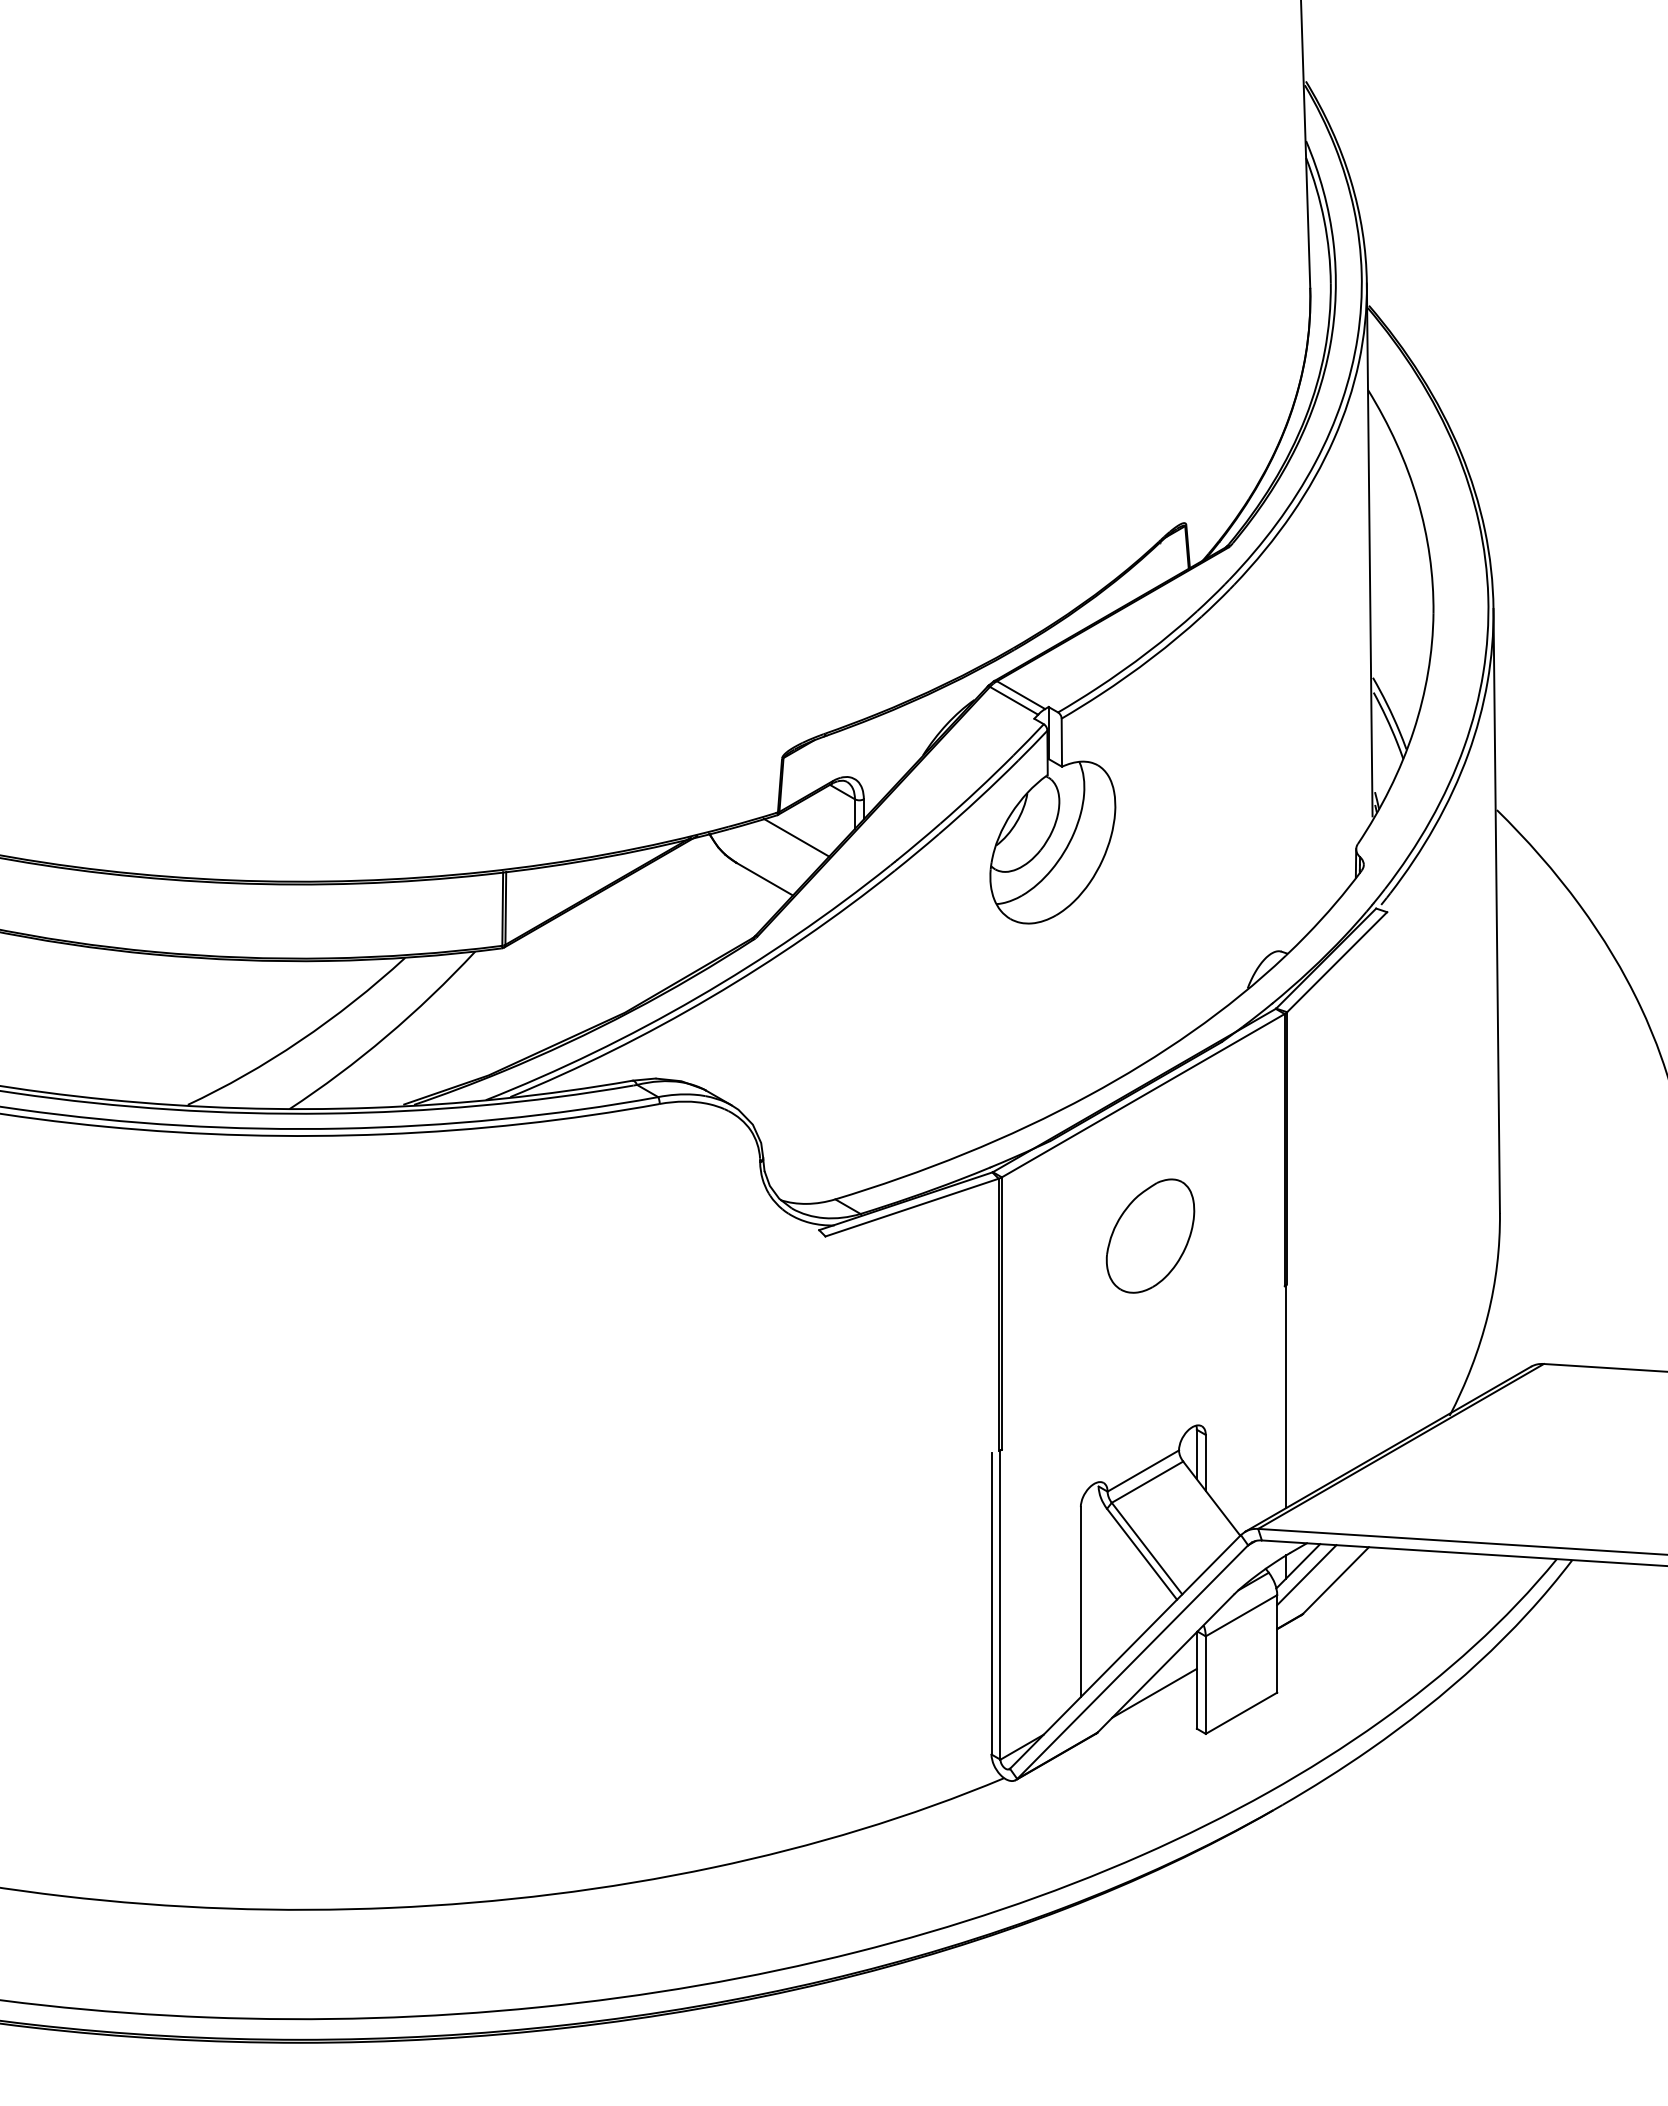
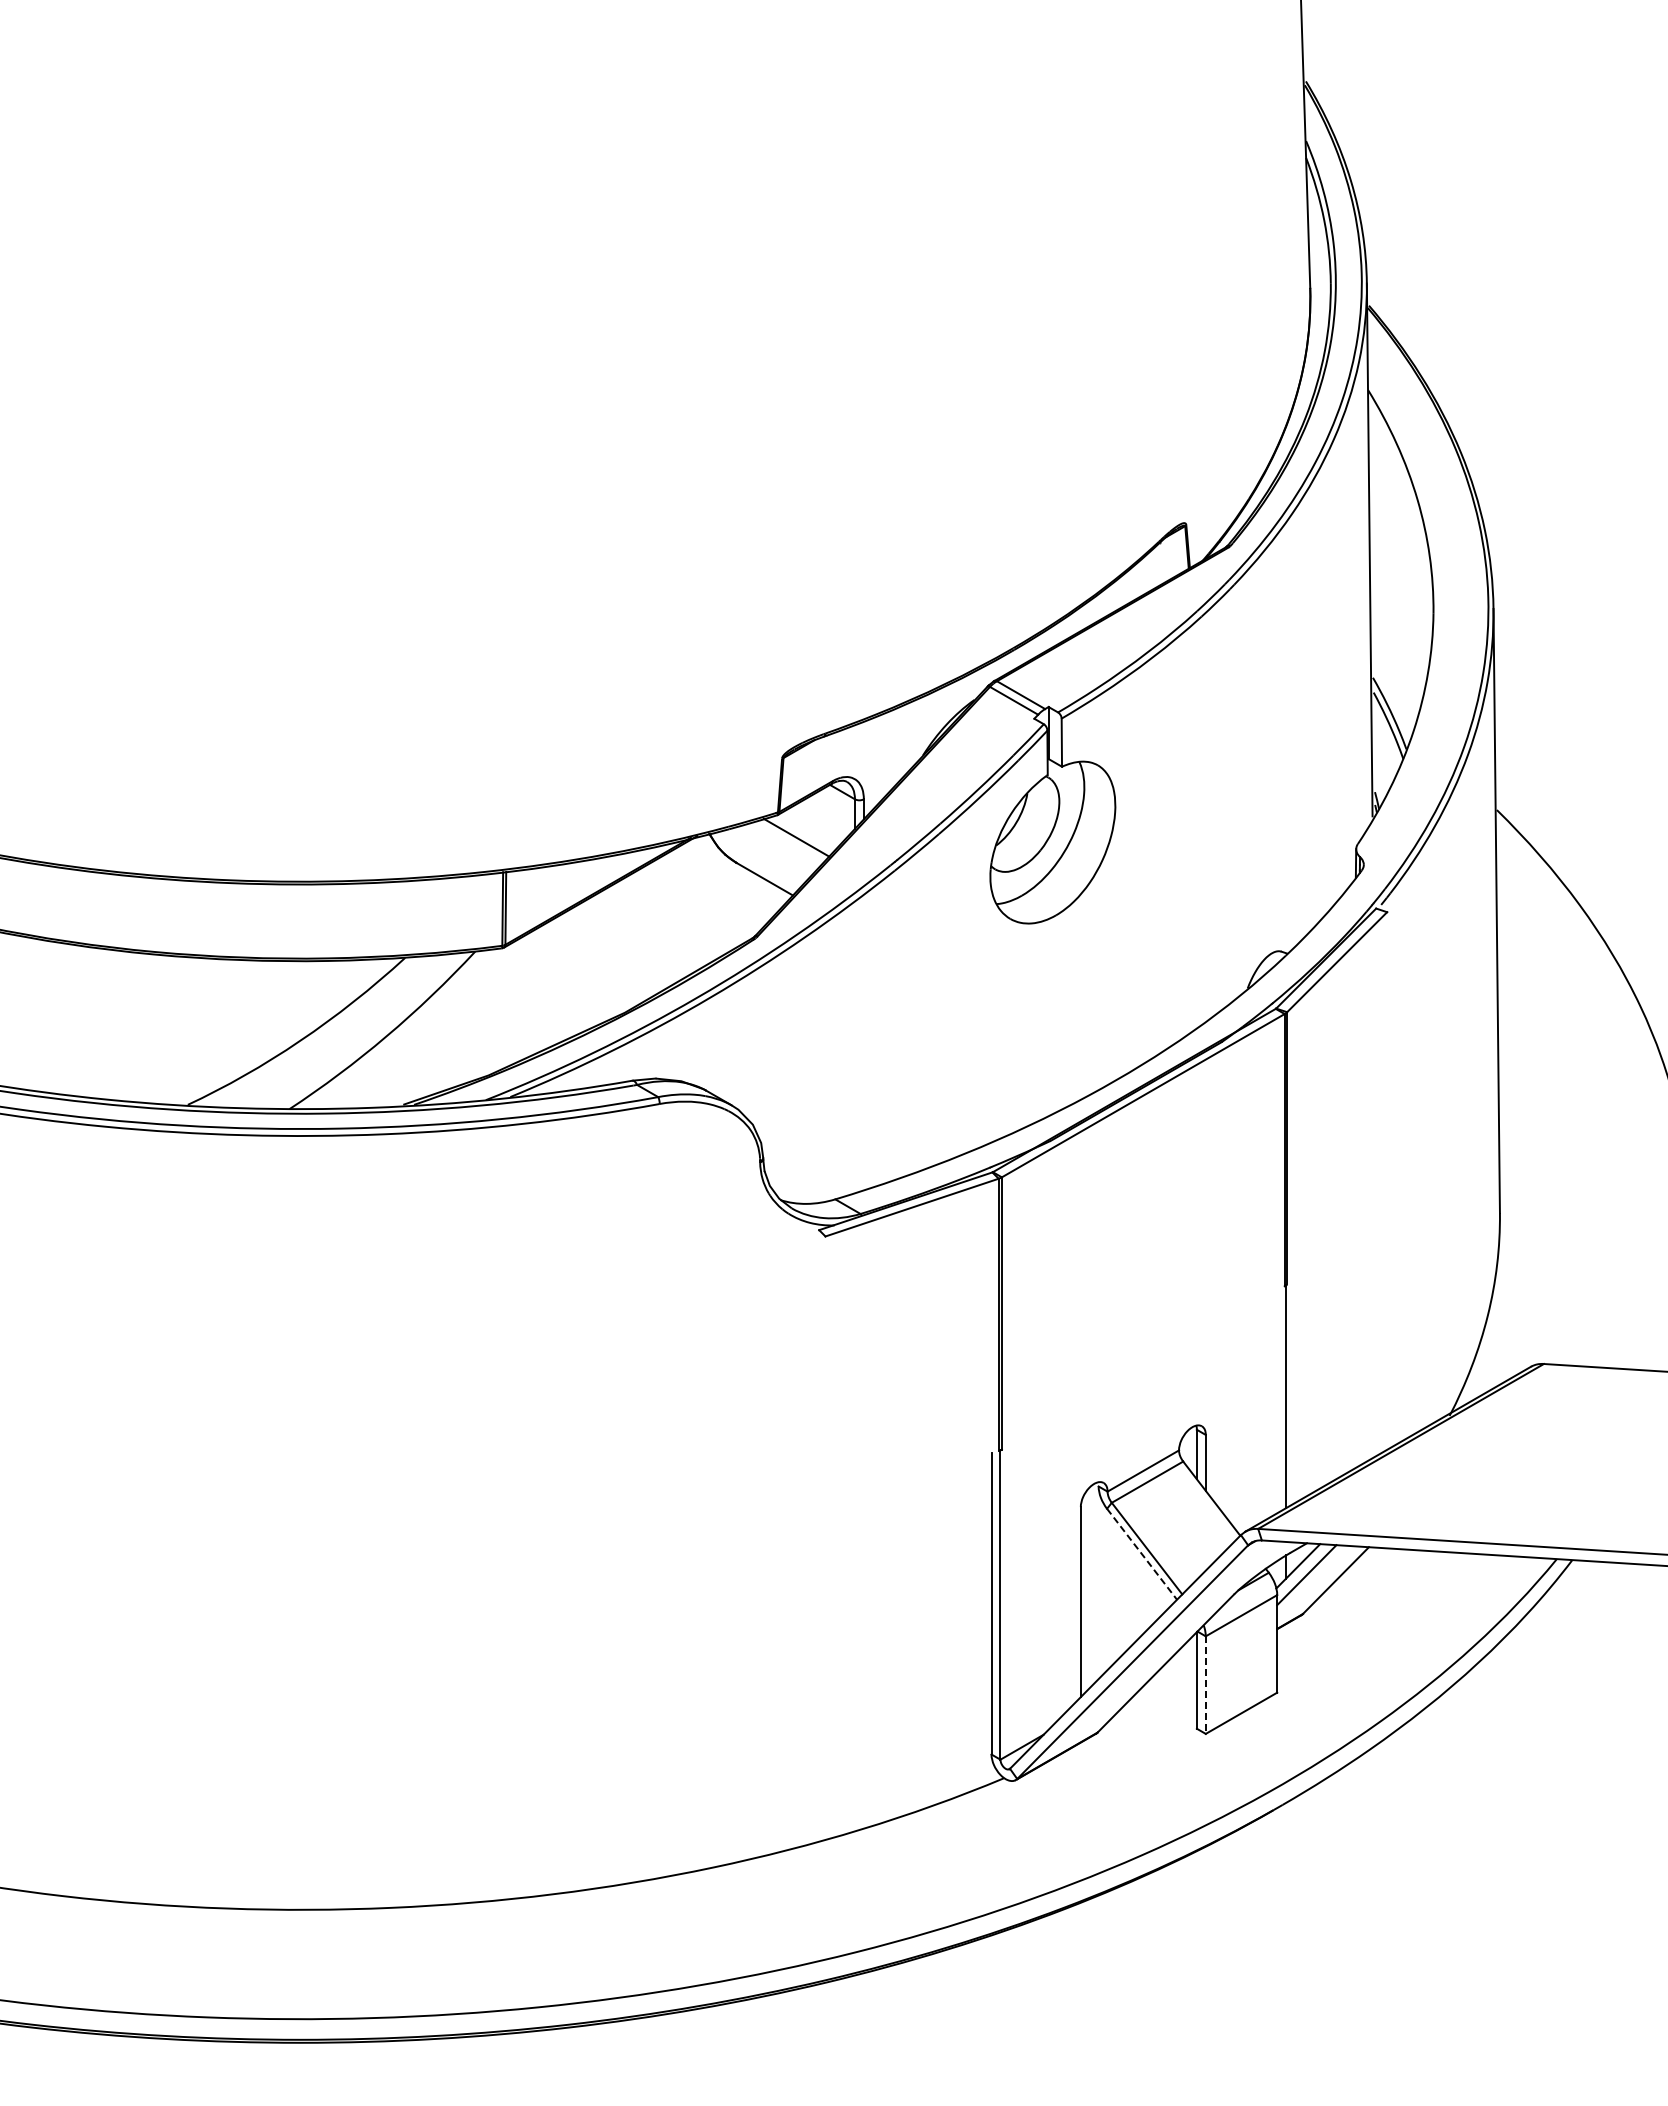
part at (1150, 1235): present -> none
line at (1142, 1554): solid -> dashed
line at (1205, 1685): solid -> dashed
line at (1154, 1692): present -> none
